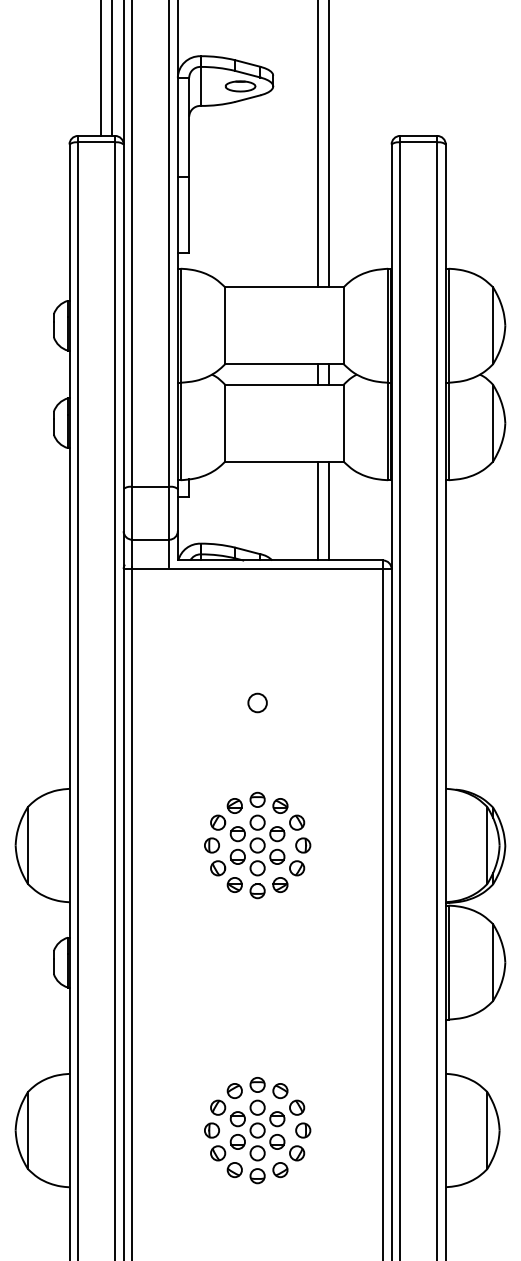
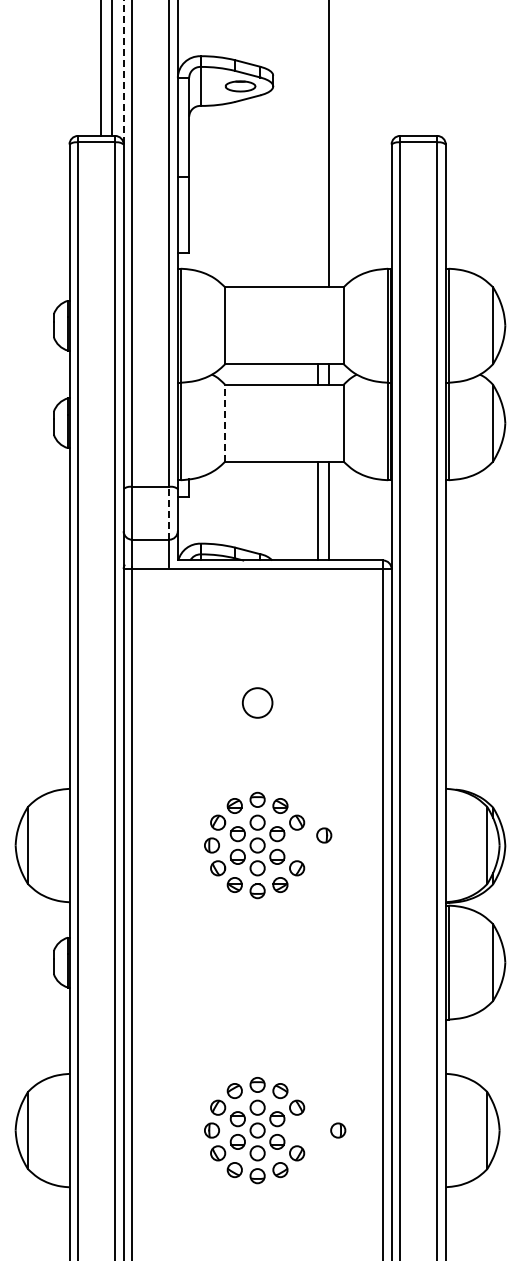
line at (123, 71): solid -> dashed
line at (317, 144): present -> none
line at (225, 422): solid -> dashed
line at (169, 512): solid -> dashed
circle at (257, 702) diameter: 19 px -> 30 px
part at (303, 845) position: (303, 845) -> (324, 835)
part at (303, 1130) position: (303, 1130) -> (338, 1130)
